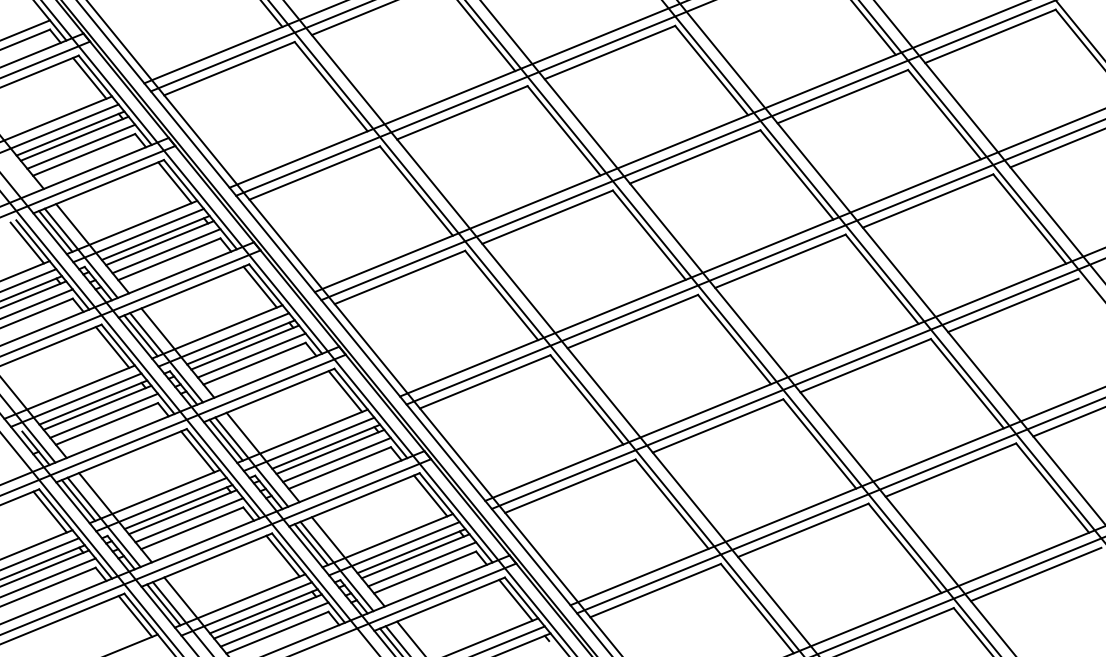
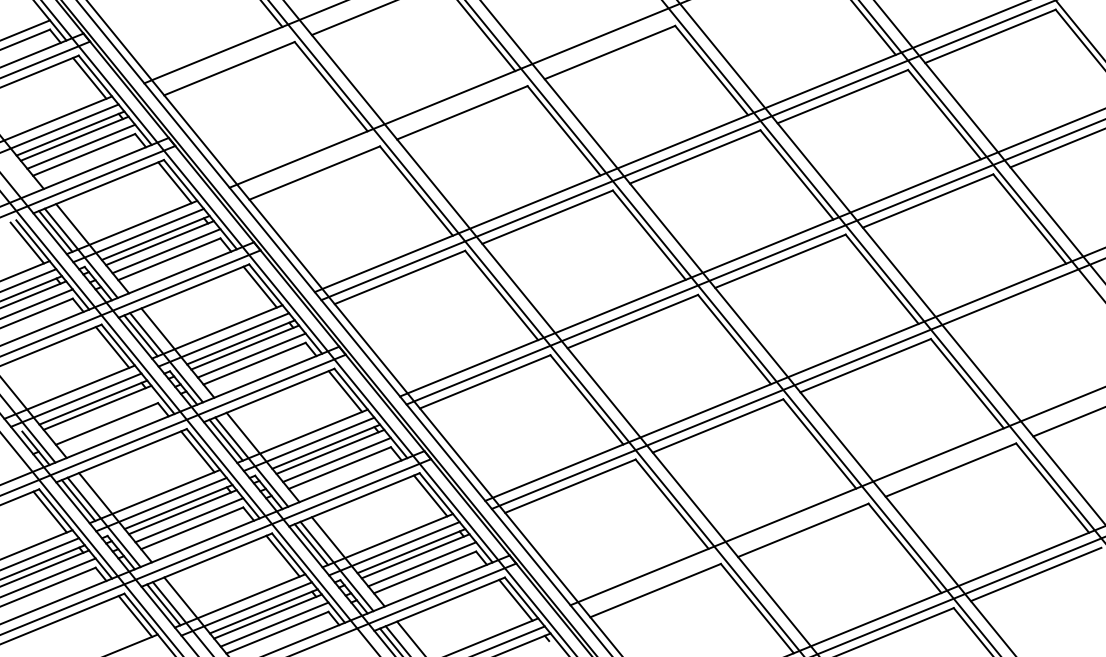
line at (259, 46): present -> none
line at (473, 98): present -> none
line at (1013, 305): present -> none
line at (104, 415): present -> none
line at (839, 505): present -> none
